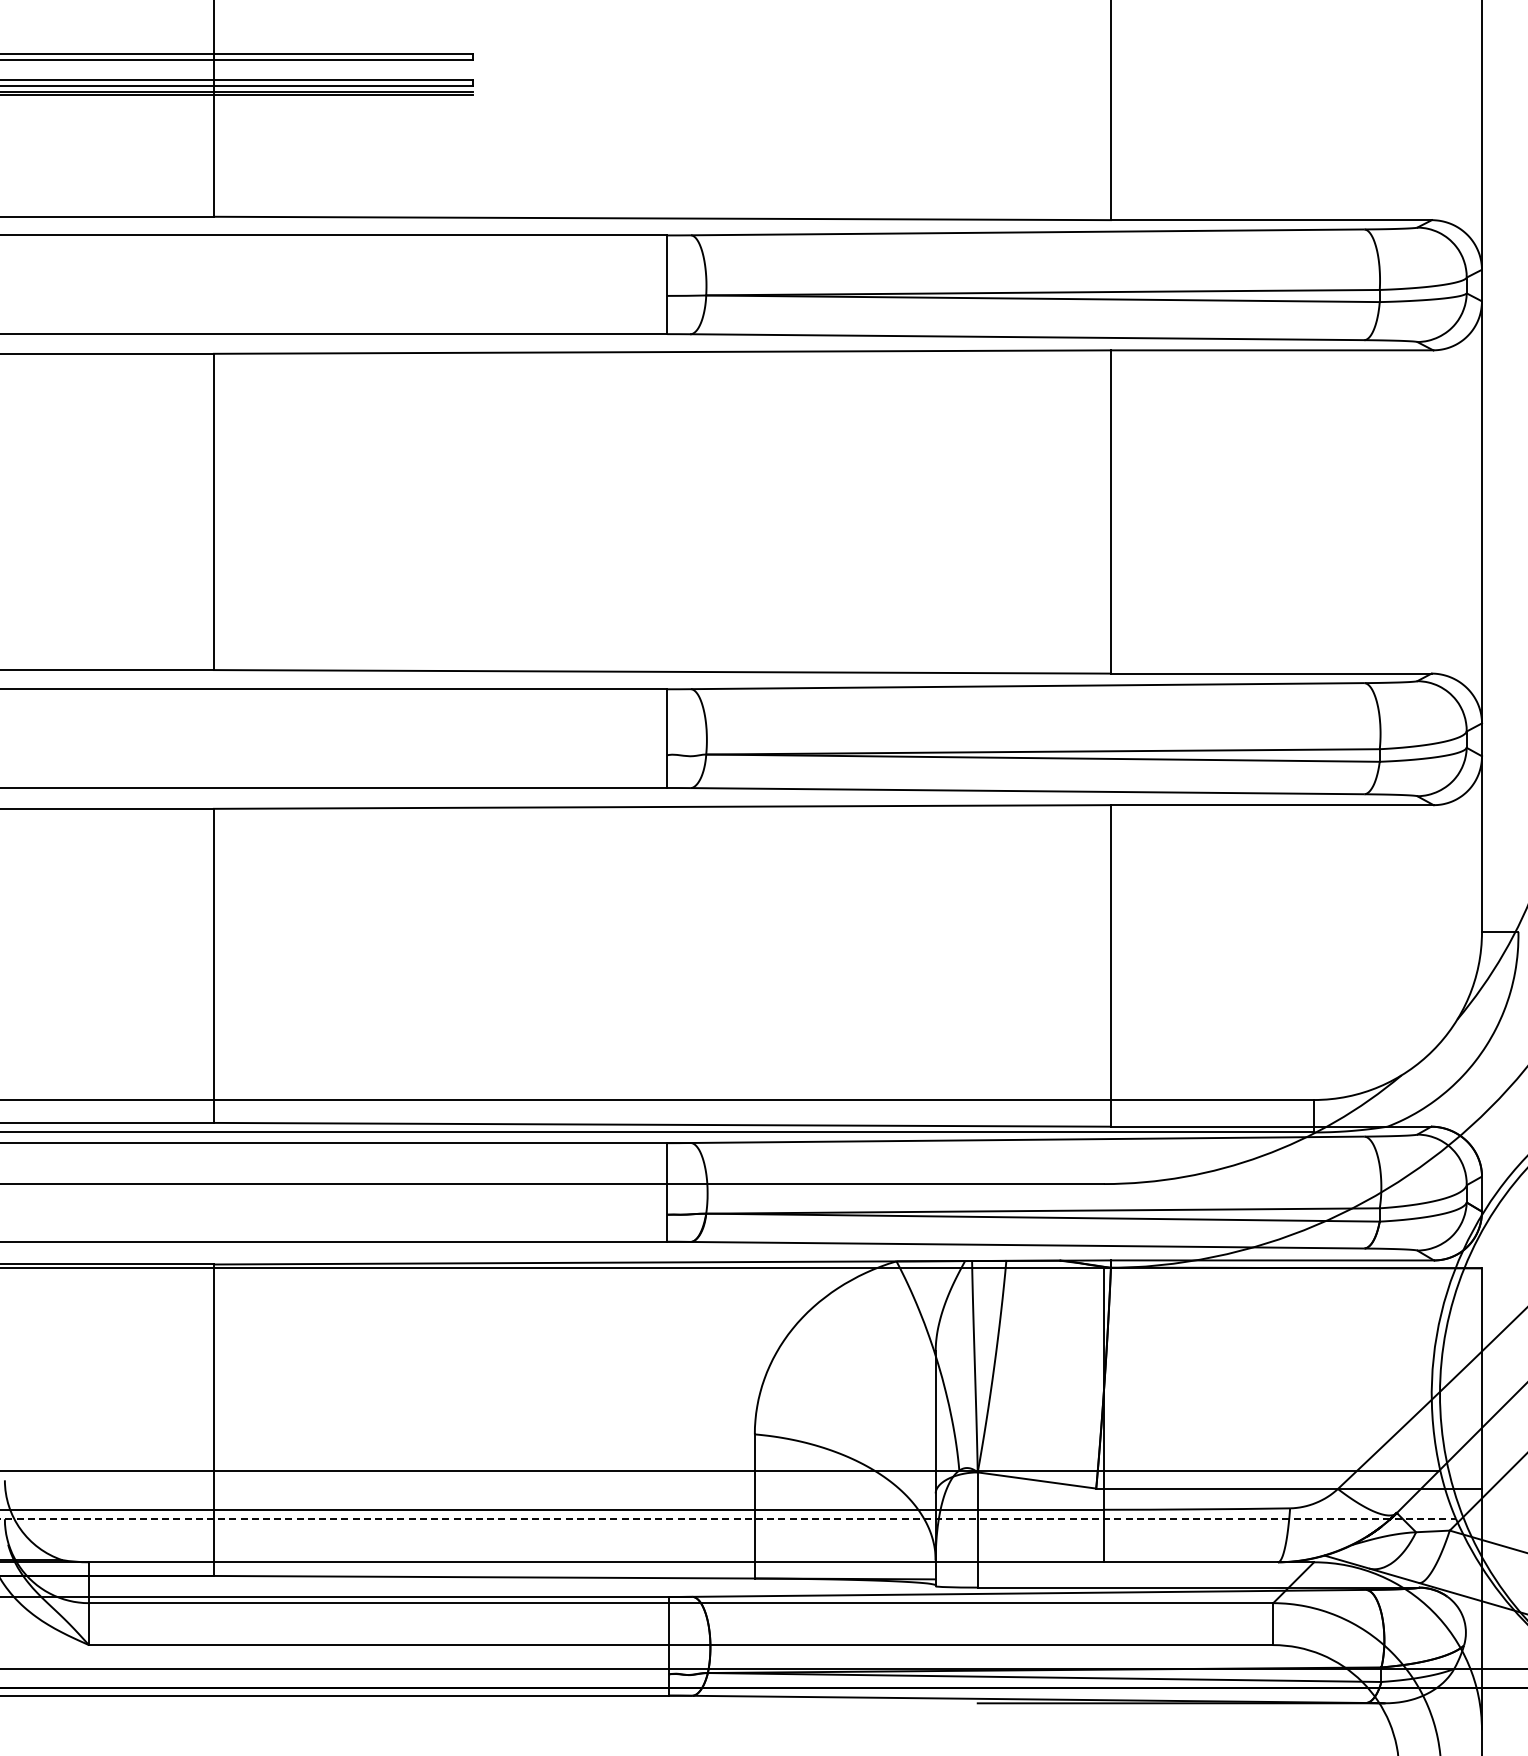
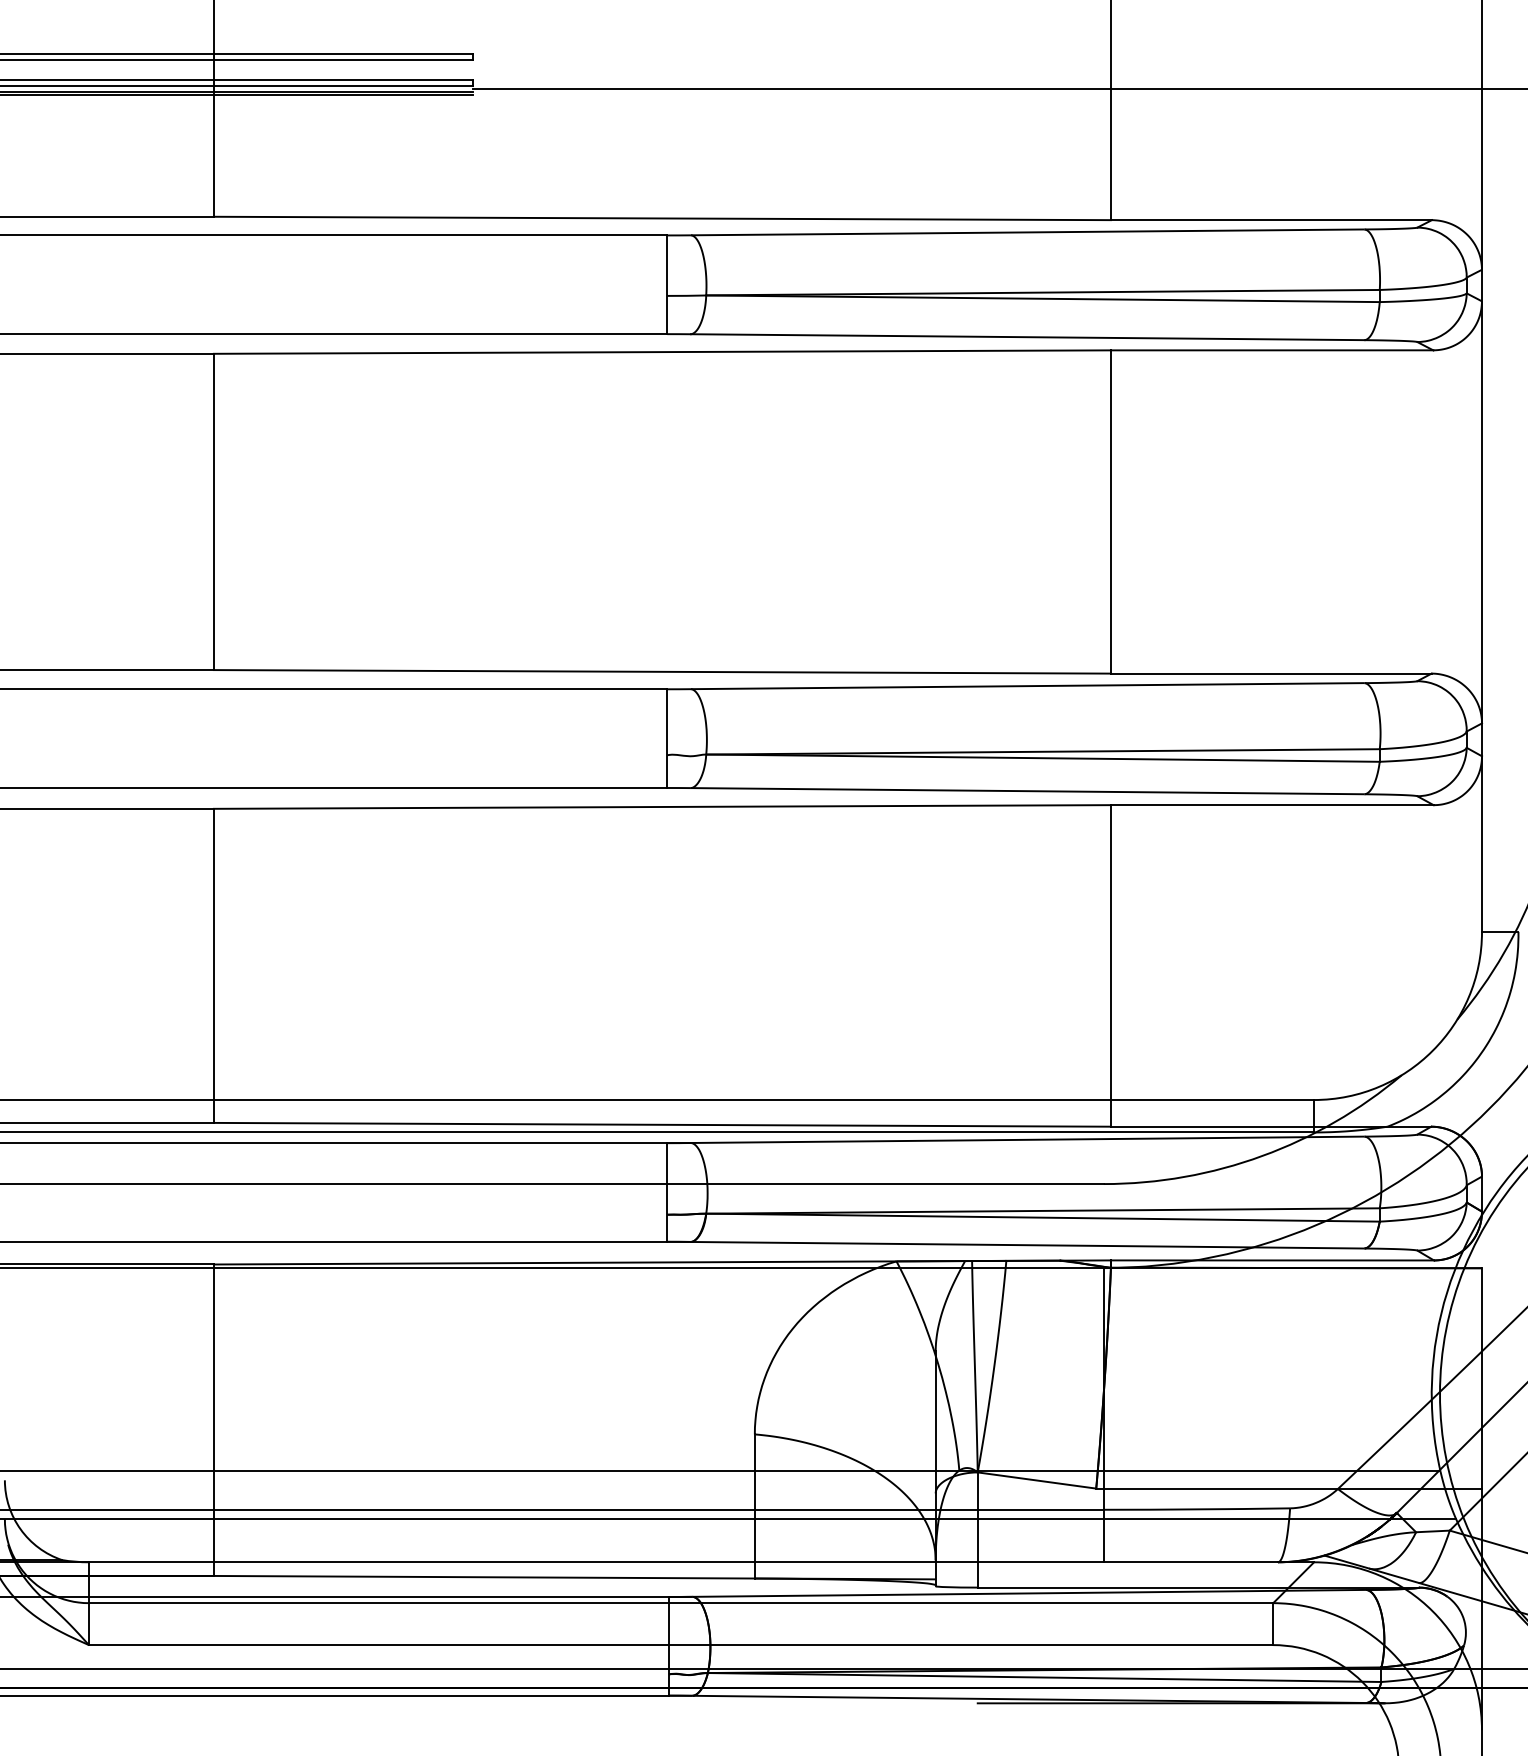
line at (998, 89): none -> present
line at (728, 1518): dashed -> solid
